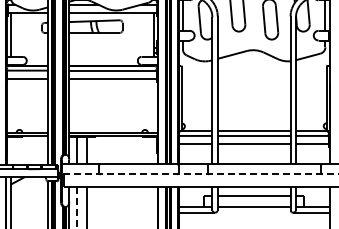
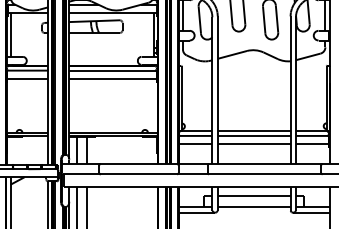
line at (200, 174): dashed -> solid
line at (77, 208): dashed -> solid
